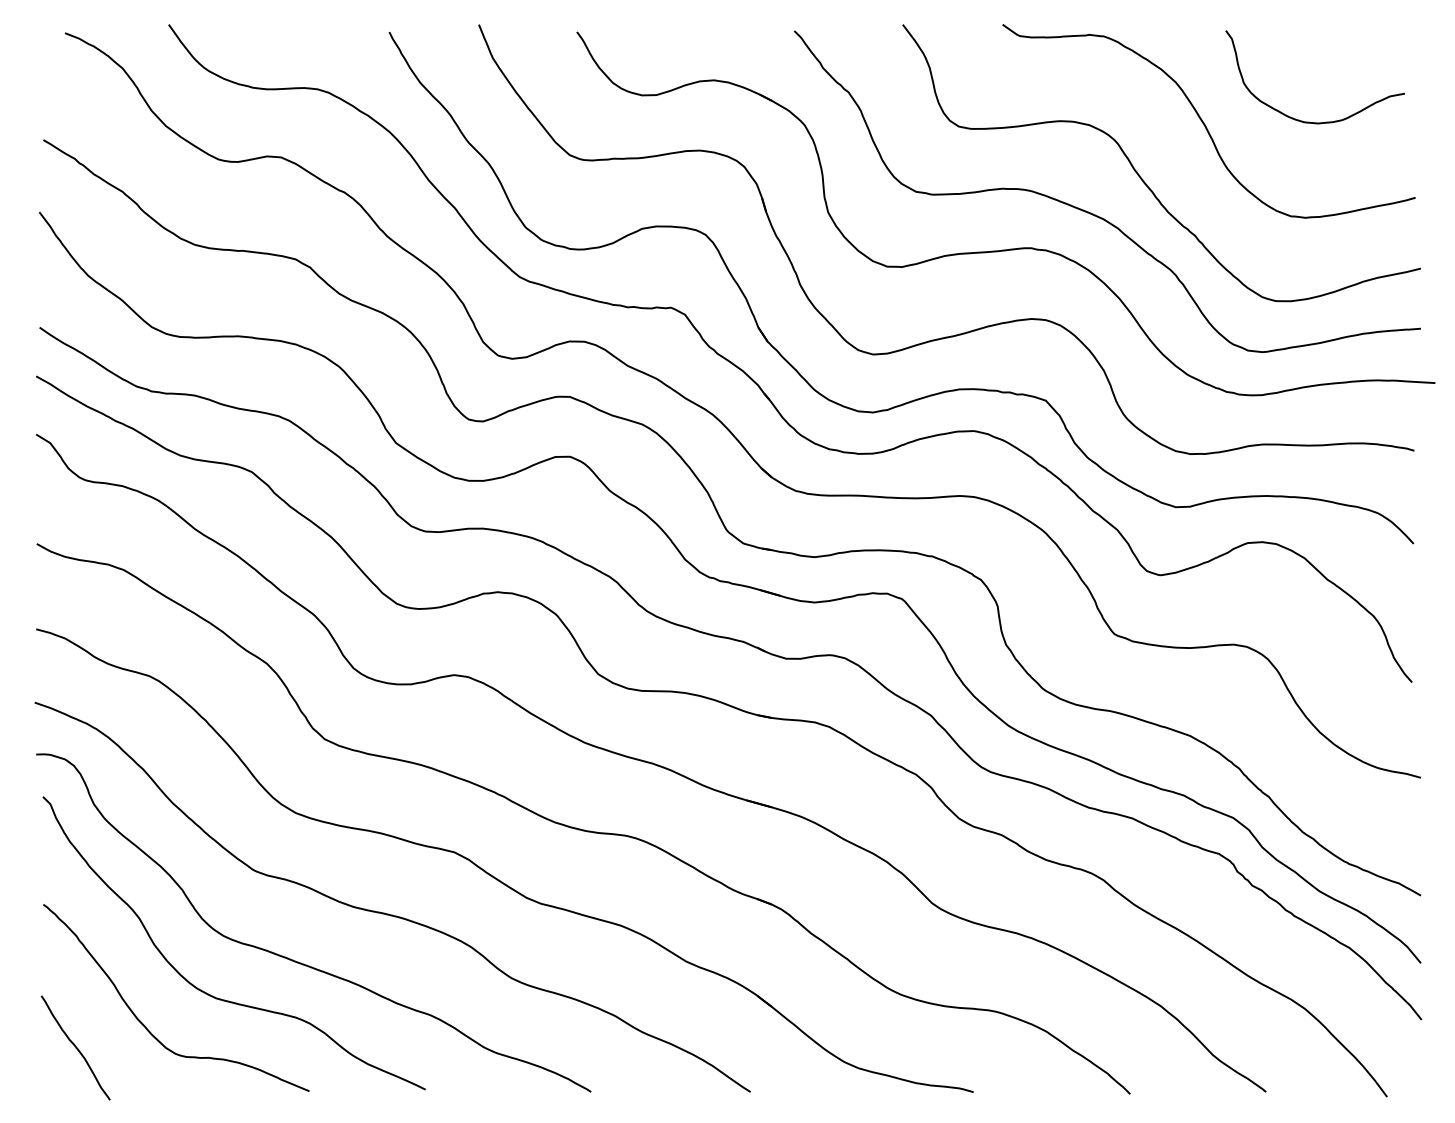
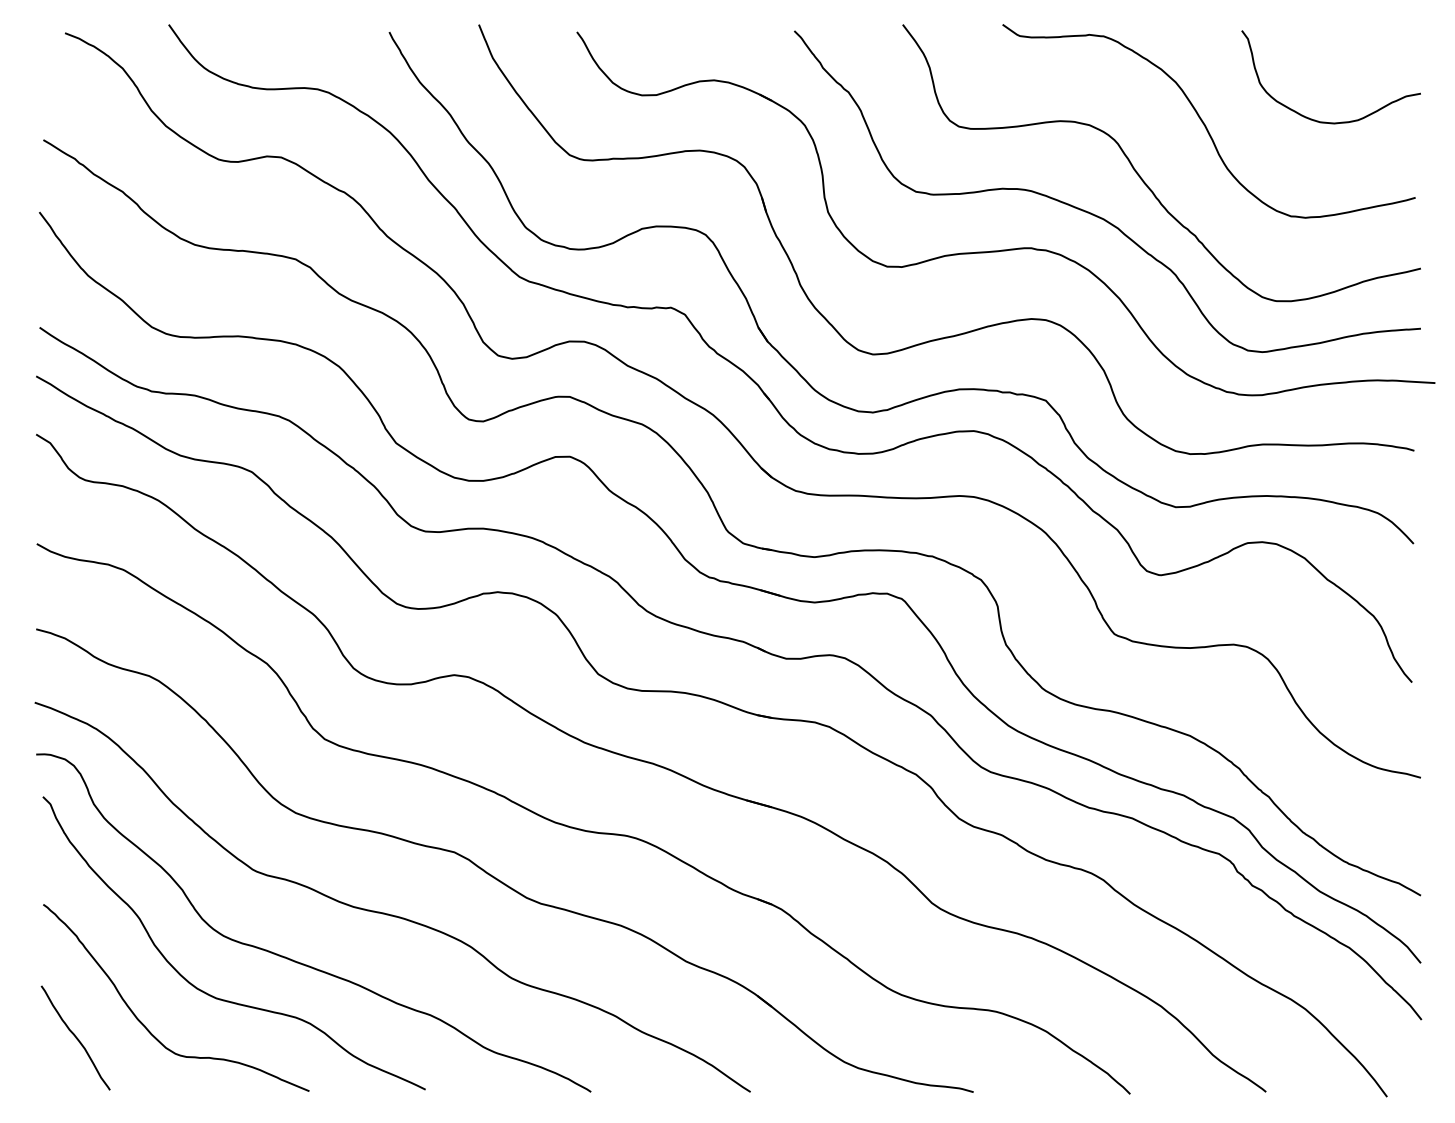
curve at (1309, 121) position: (1309, 121) -> (1325, 121)
curve at (75, 1047) position: (75, 1047) -> (75, 1037)
